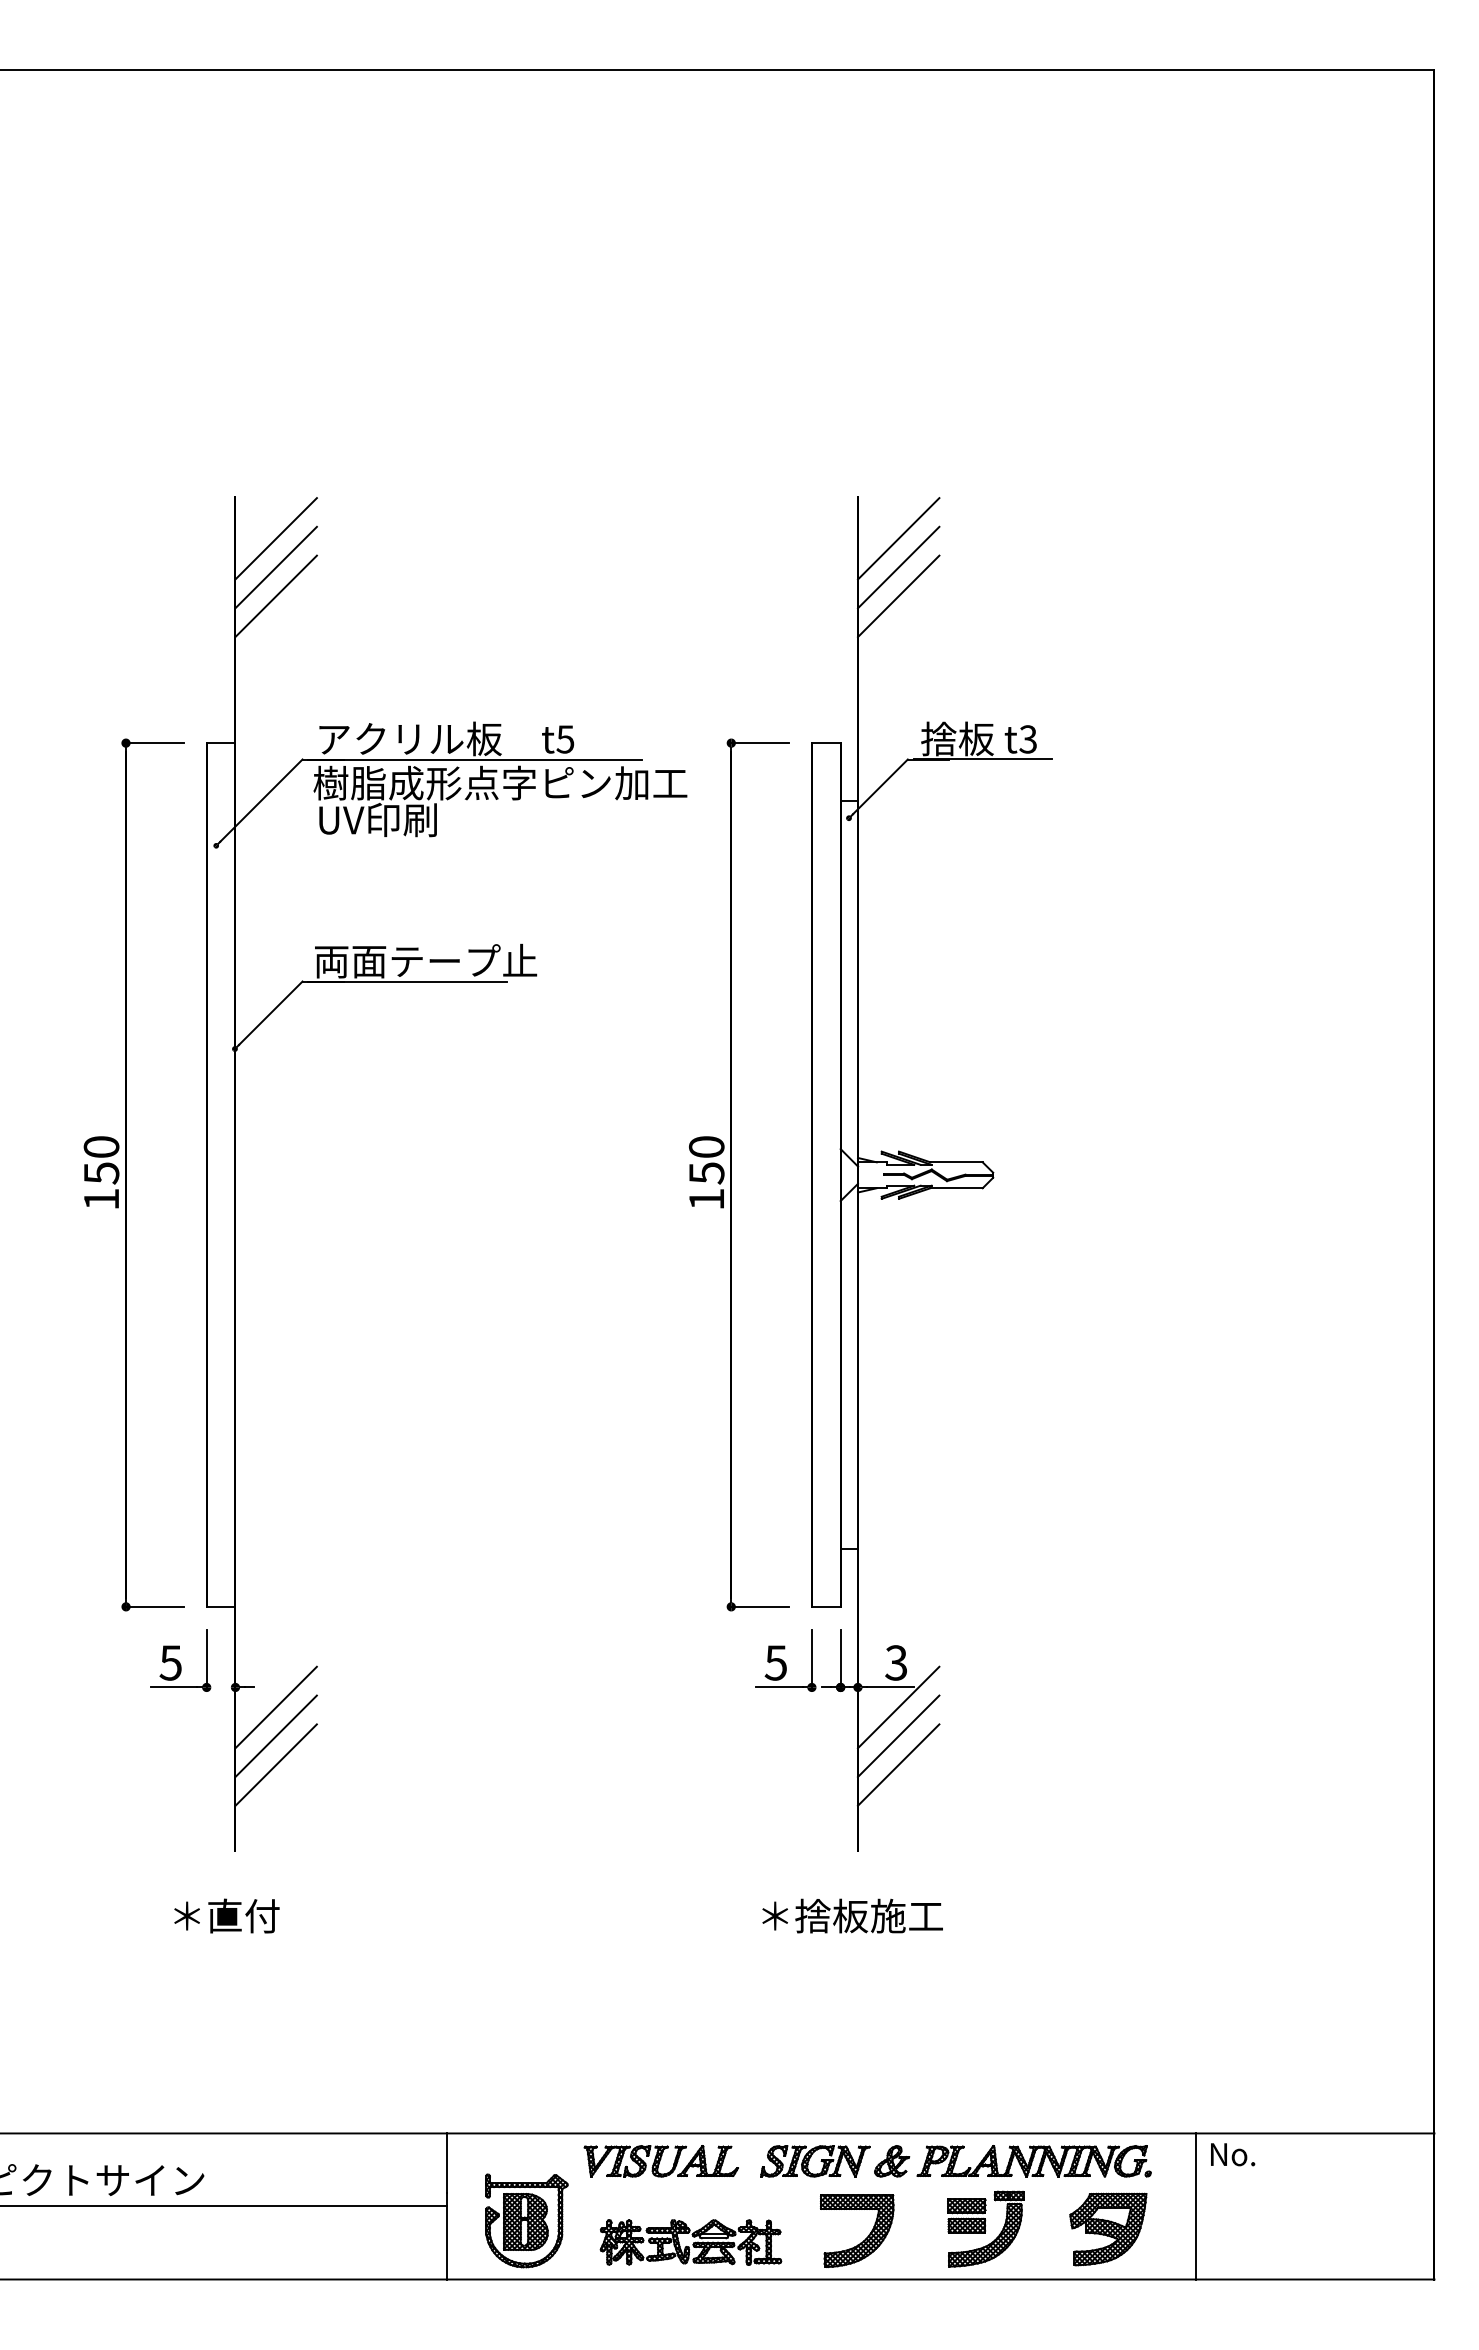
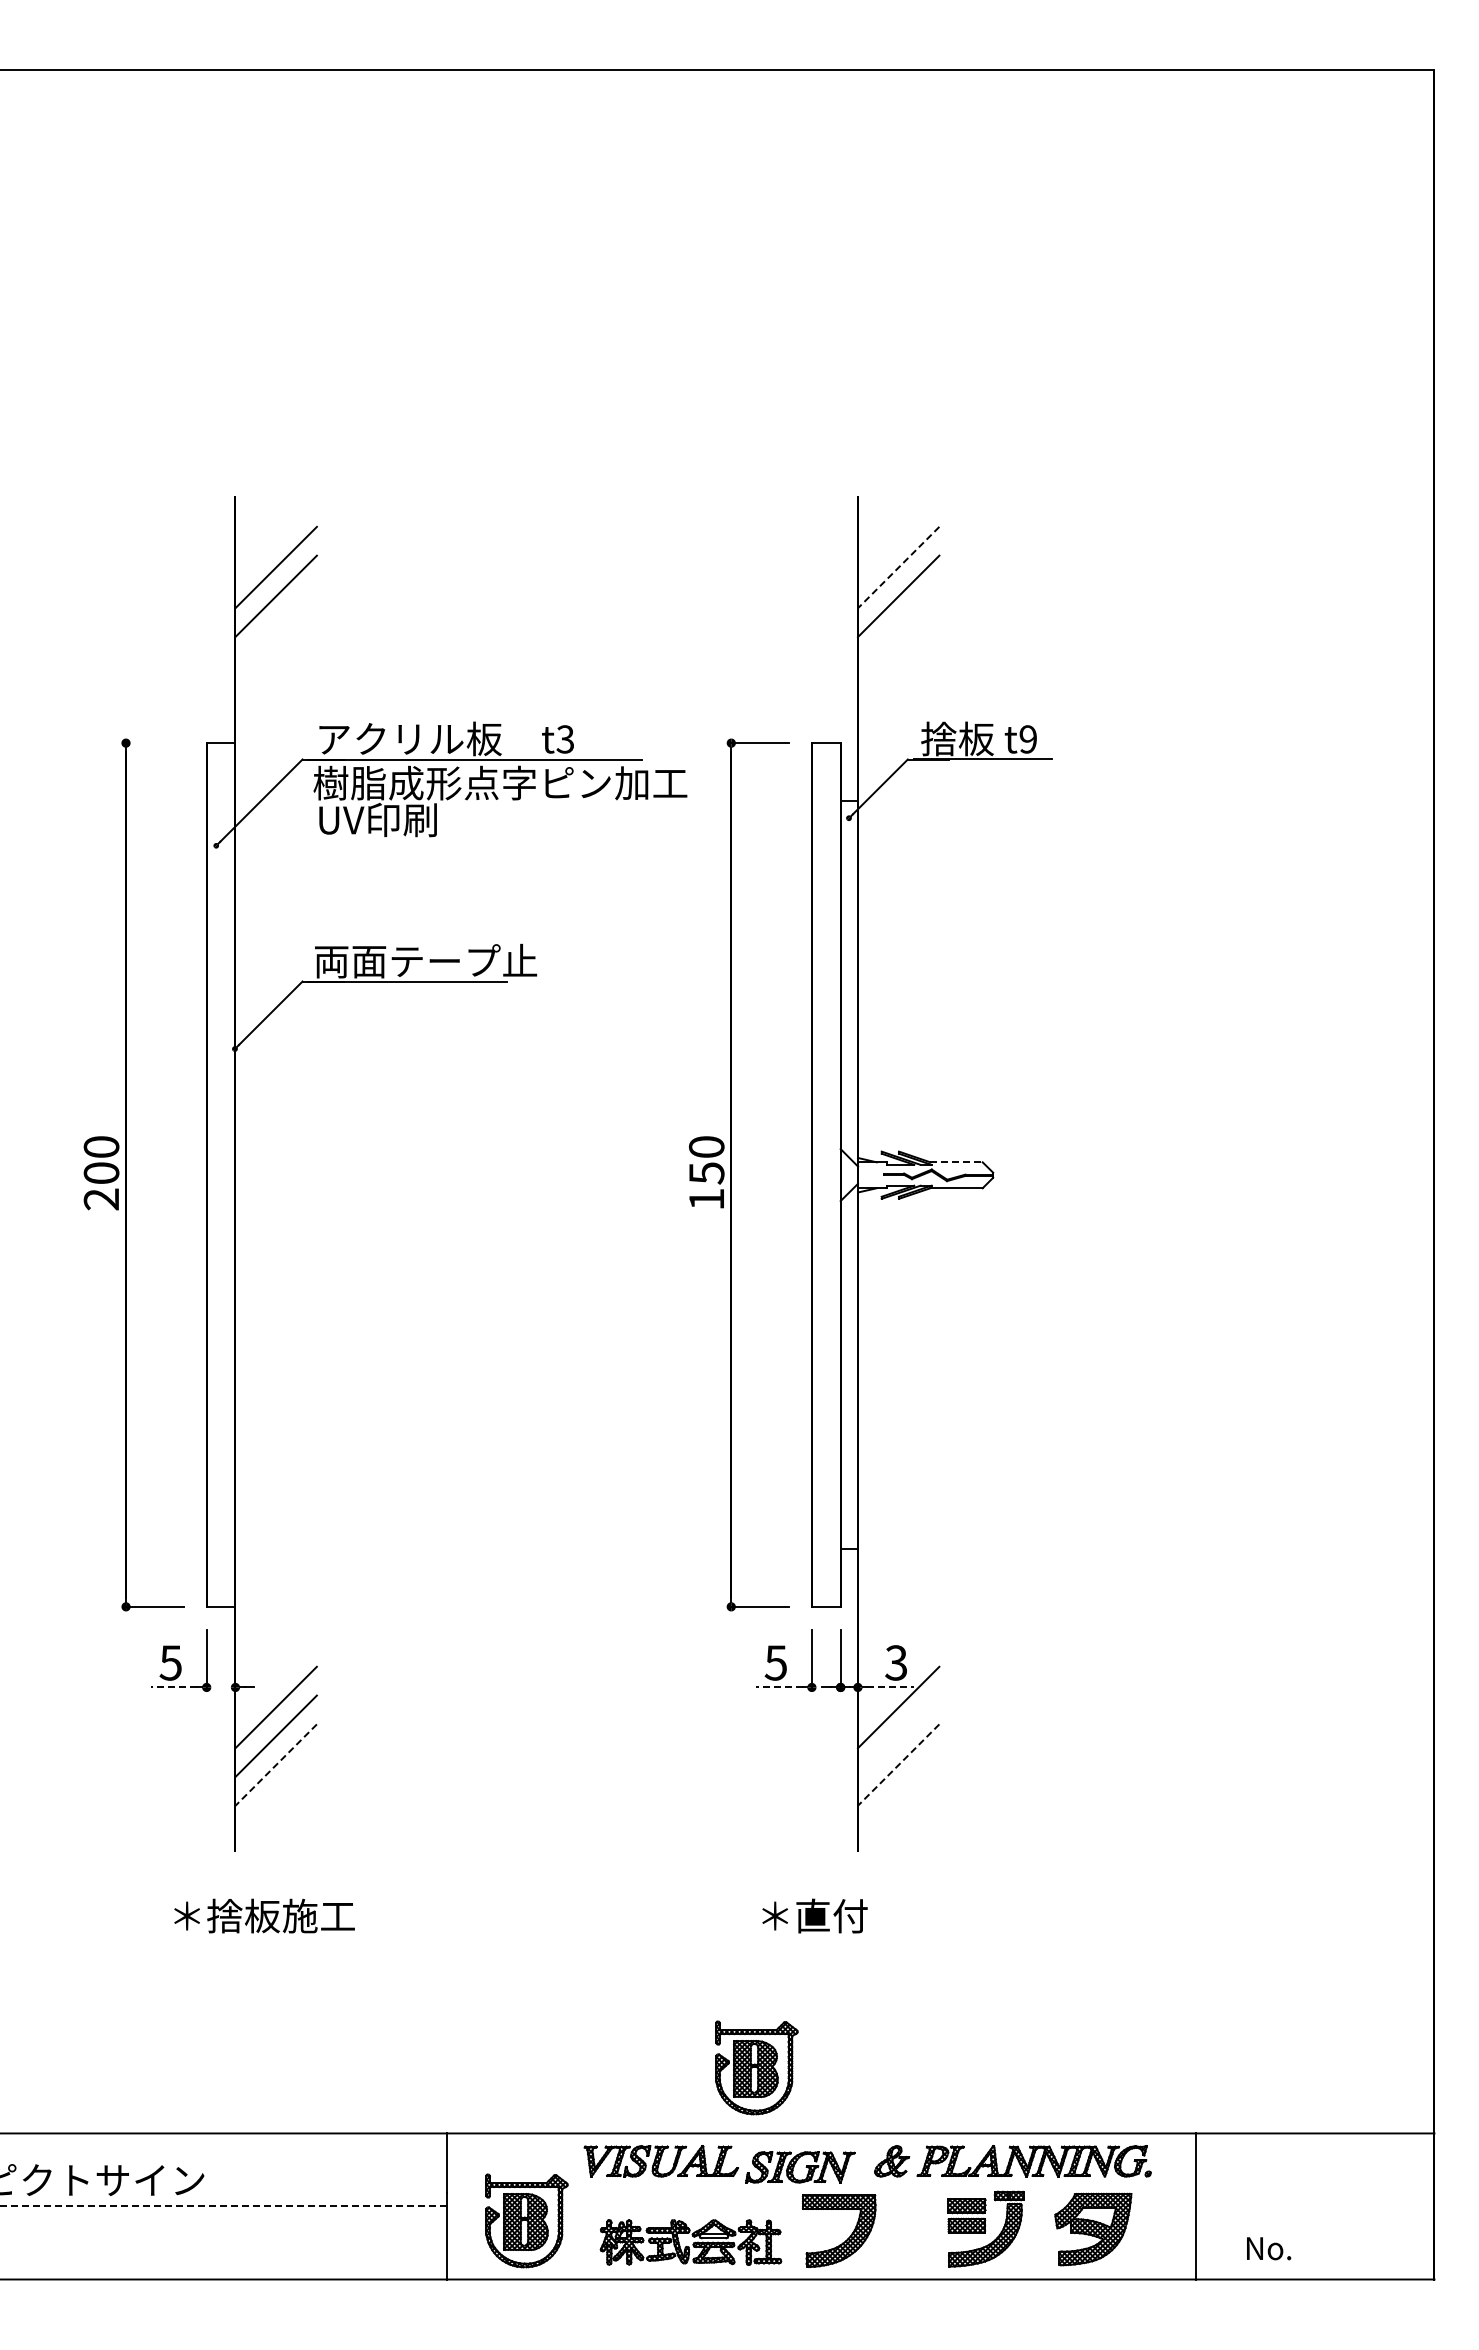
line at (275, 538): present -> none
line at (898, 538): present -> none
line at (898, 567): solid -> dashed
text at (565, 739): t5 -> t3
text at (1027, 739): t3 -> t9
line at (154, 743): present -> none
line at (957, 1162): solid -> dashed
text at (101, 1186): 150 -> 200
line at (173, 1687): solid -> dashed
line at (778, 1687): solid -> dashed
line at (890, 1687): solid -> dashed
line at (898, 1736): present -> none
line at (276, 1765): solid -> dashed
line at (898, 1765): solid -> dashed
text at (280, 1915): ＊直付 -> ＊捨板施工
text at (868, 1915): ＊捨板施工 -> ＊直付
part at (756, 2067): none -> present
text at (1233, 2154) position: (1233, 2154) -> (1269, 2248)
part at (815, 2161) position: (815, 2161) -> (800, 2167)
line at (223, 2206): solid -> dashed
part at (1108, 2229) position: (1108, 2229) -> (1093, 2229)
part at (865, 2238) position: (865, 2238) -> (847, 2238)
